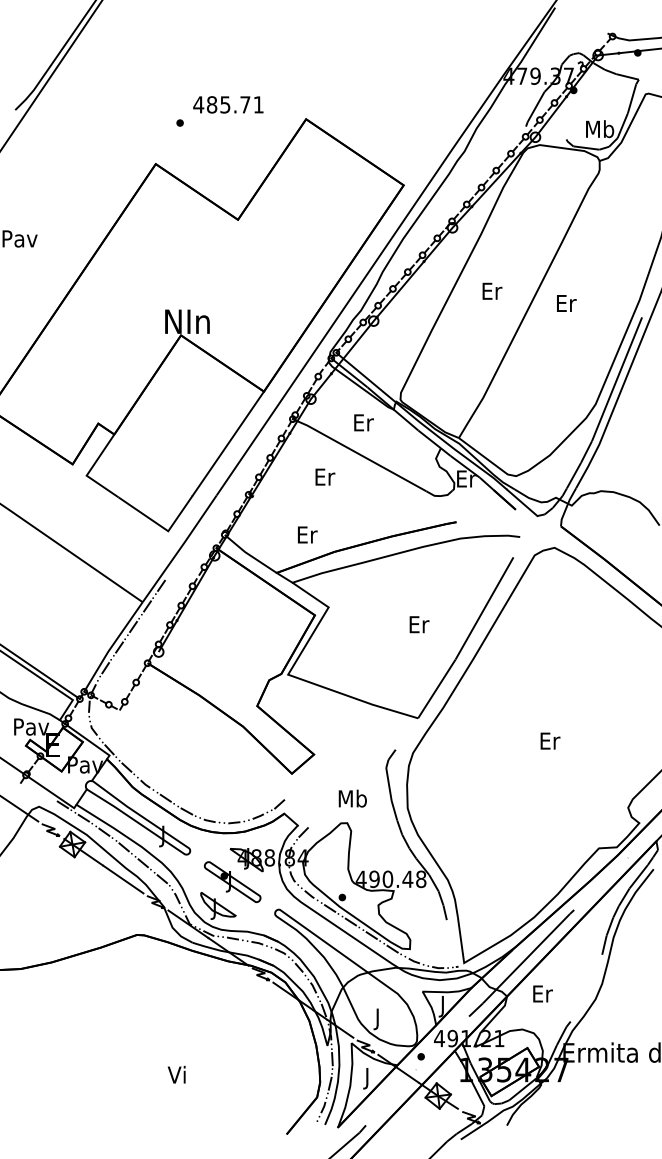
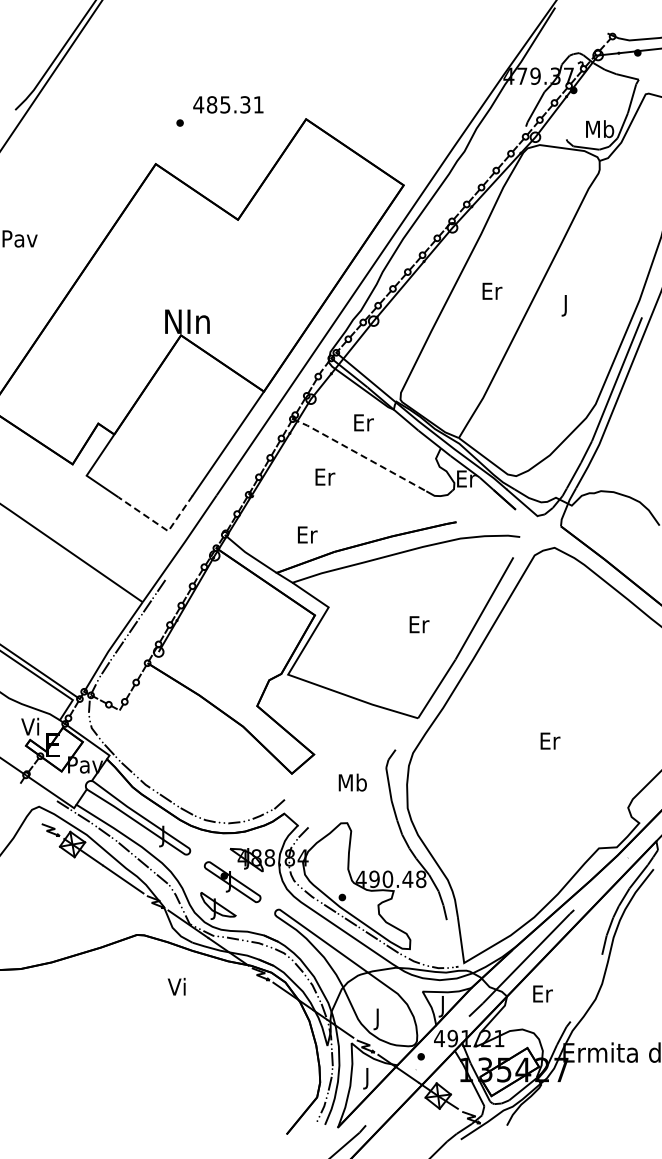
text at (245, 104): 485.71 -> 485.31
text at (566, 305): Er -> J
line at (359, 454): solid -> dashed
line at (160, 526): solid -> dashed
text at (31, 726): Pav -> Vi
text at (352, 798) position: (352, 798) -> (352, 782)
line at (20, 809): present -> none
text at (176, 1074) position: (176, 1074) -> (176, 986)
